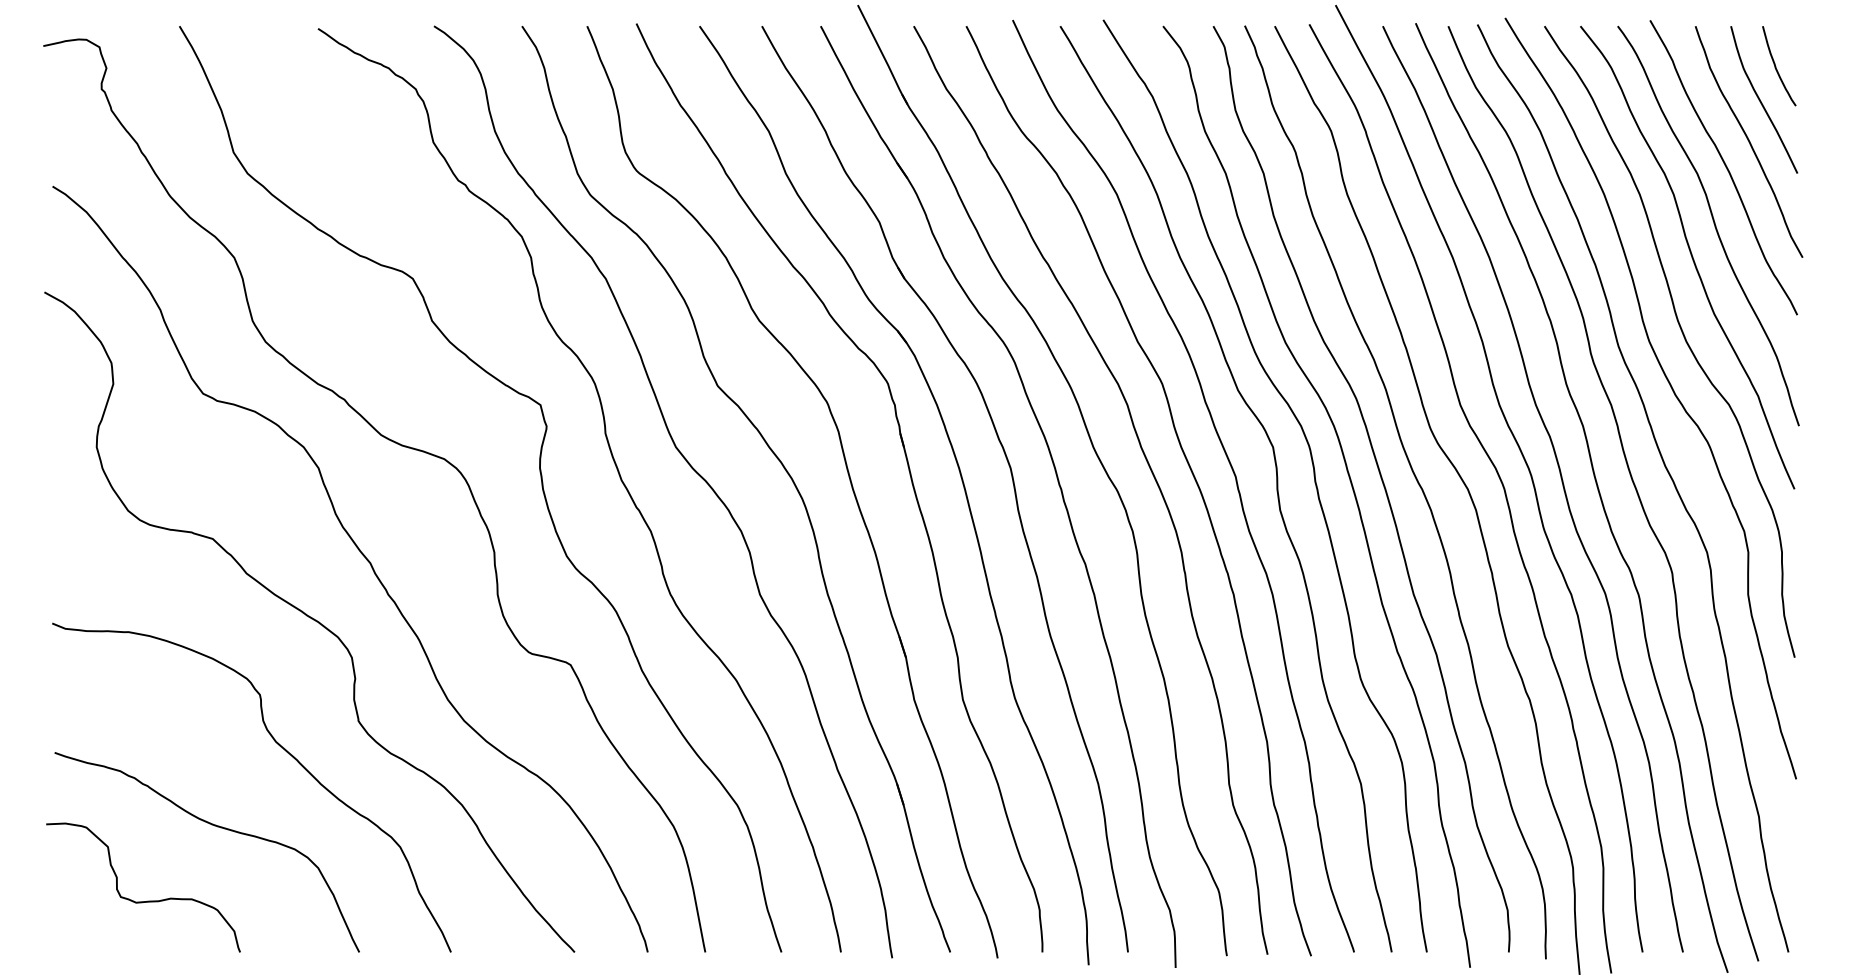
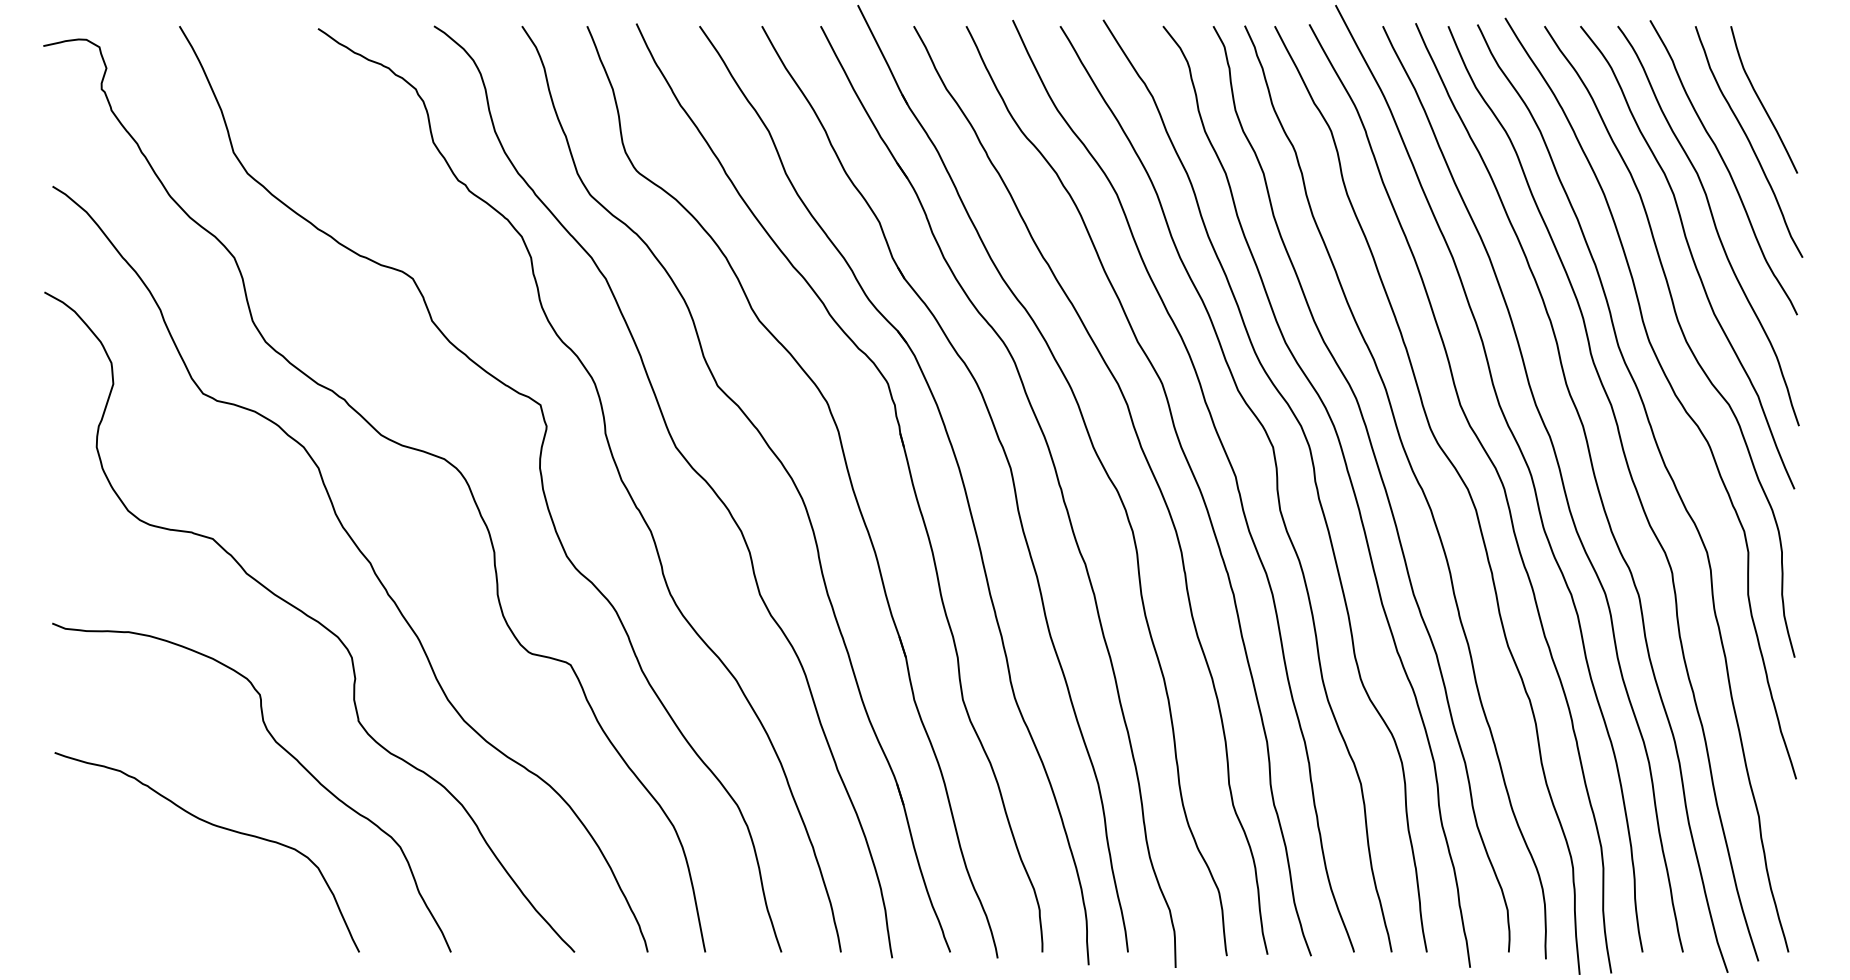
curve at (1776, 66): present -> none
curve at (147, 900): present -> none
